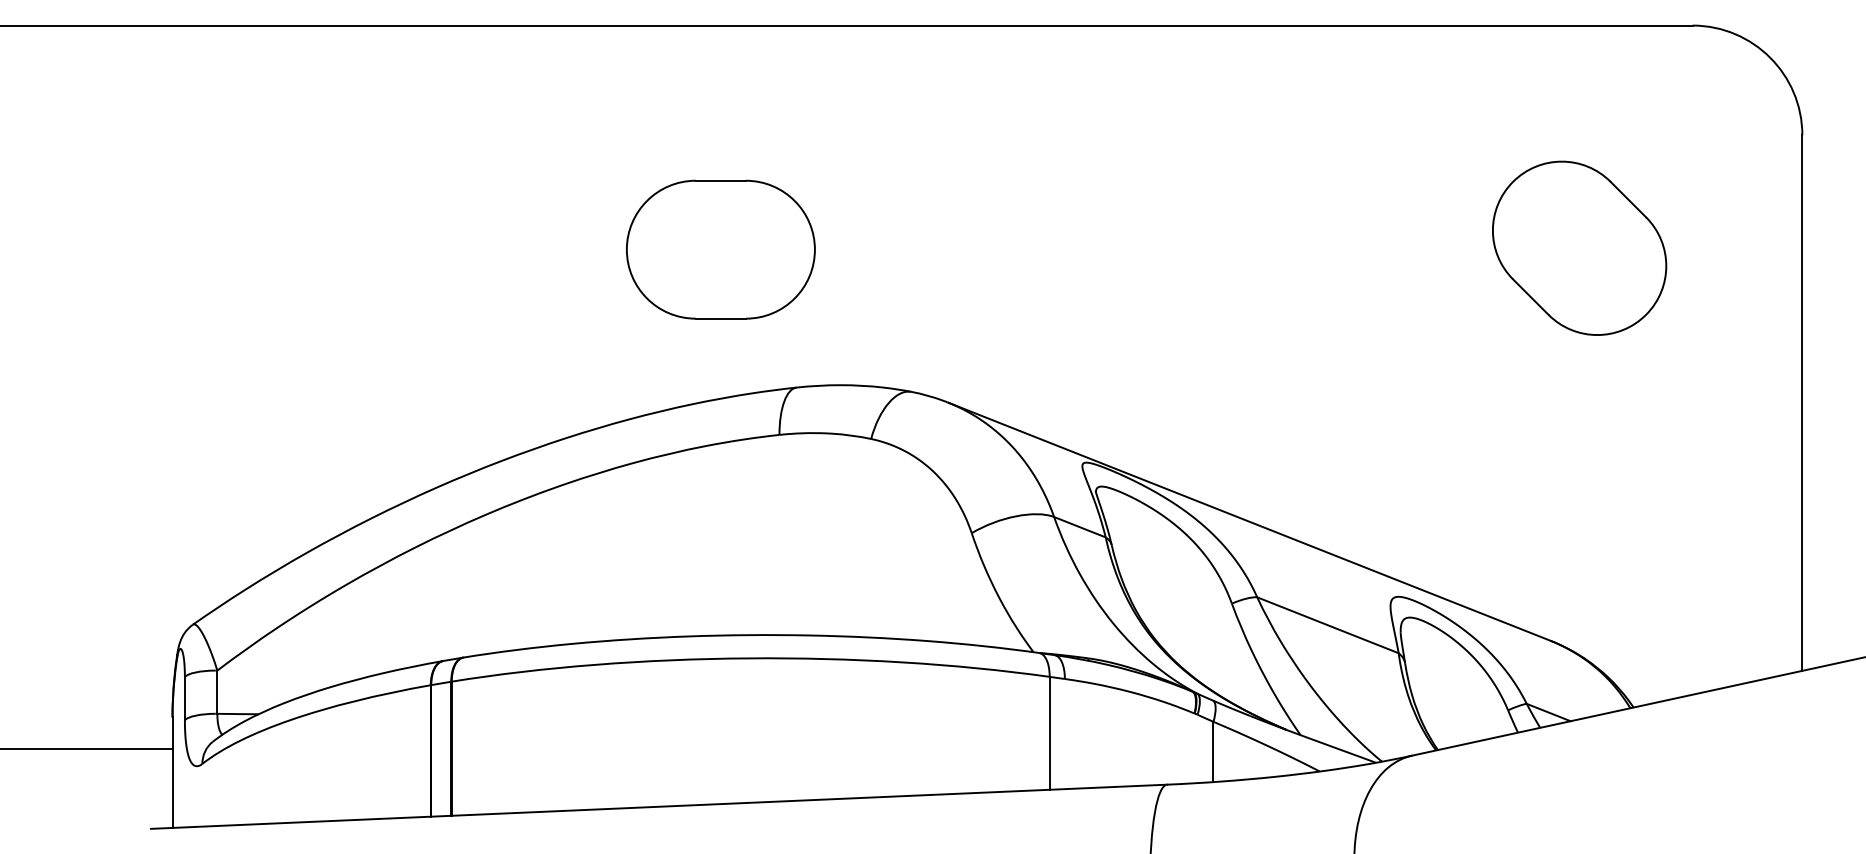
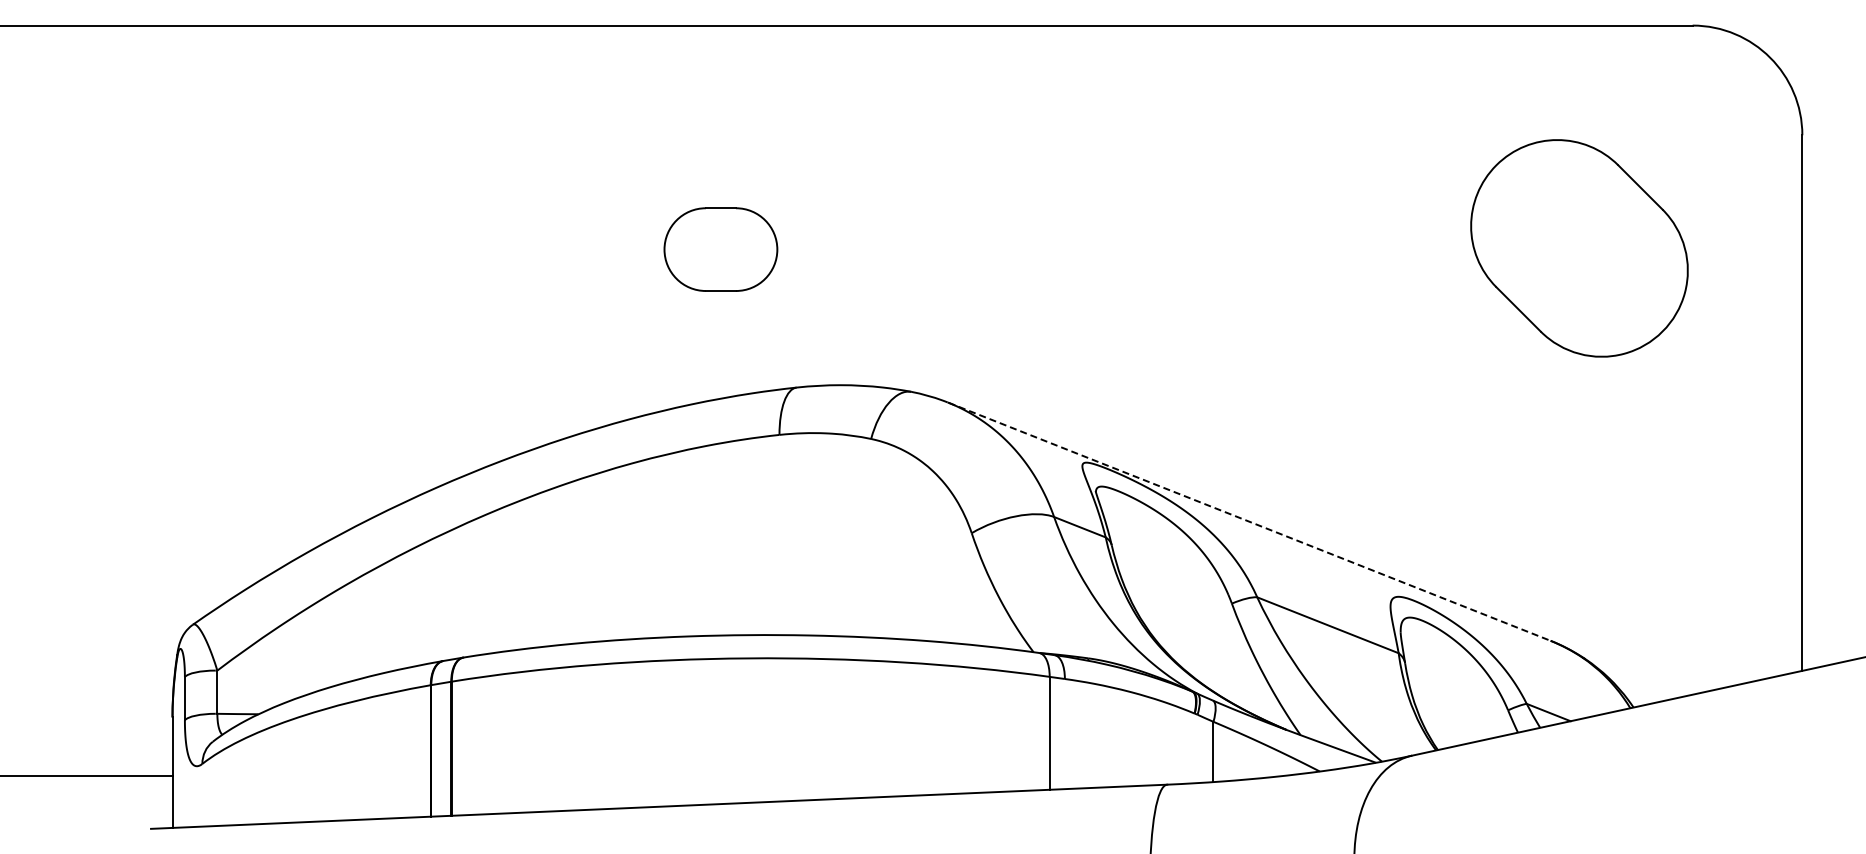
part at (1579, 247) size: 176x176 px -> 219x219 px
part at (720, 249) size: 190x141 px -> 116x85 px
line at (1249, 521): solid -> dashed
line at (87, 748) position: (87, 748) -> (87, 775)
